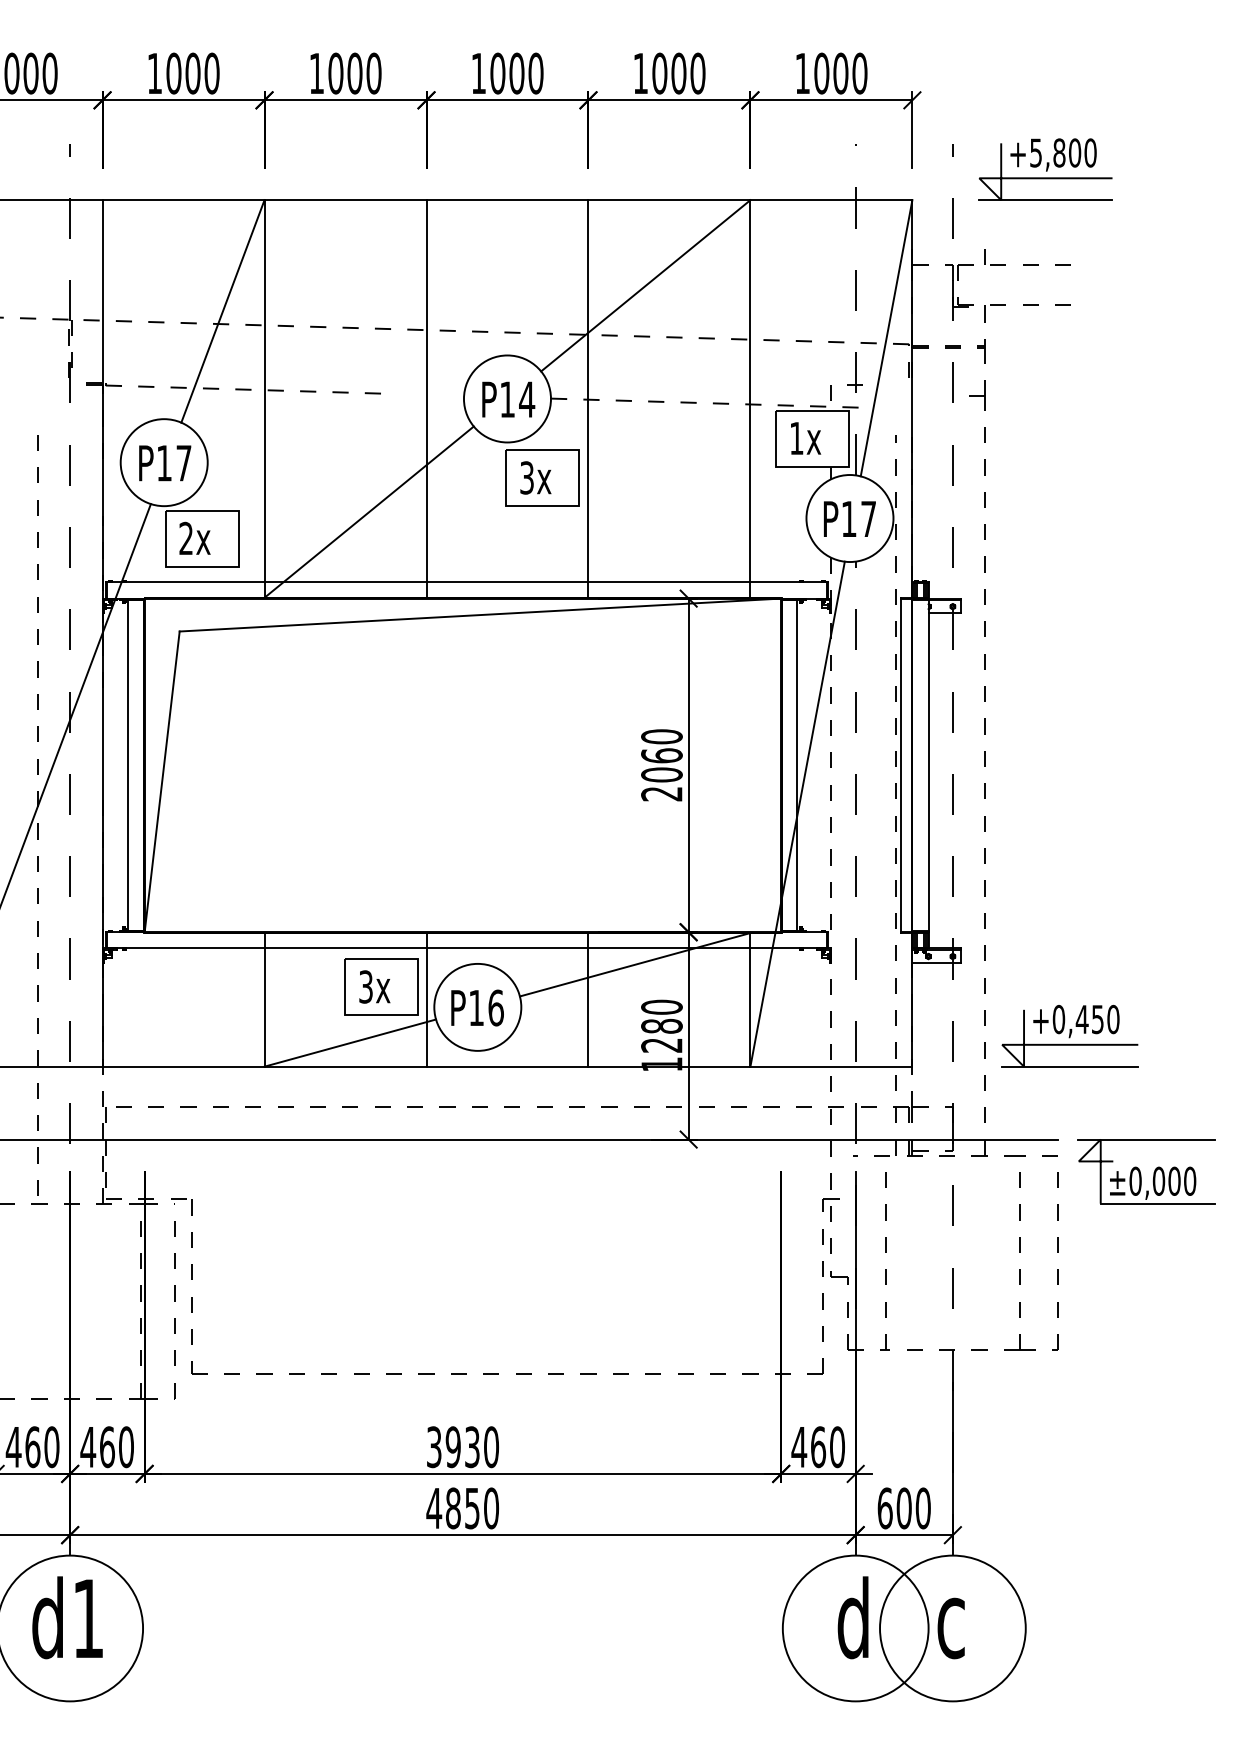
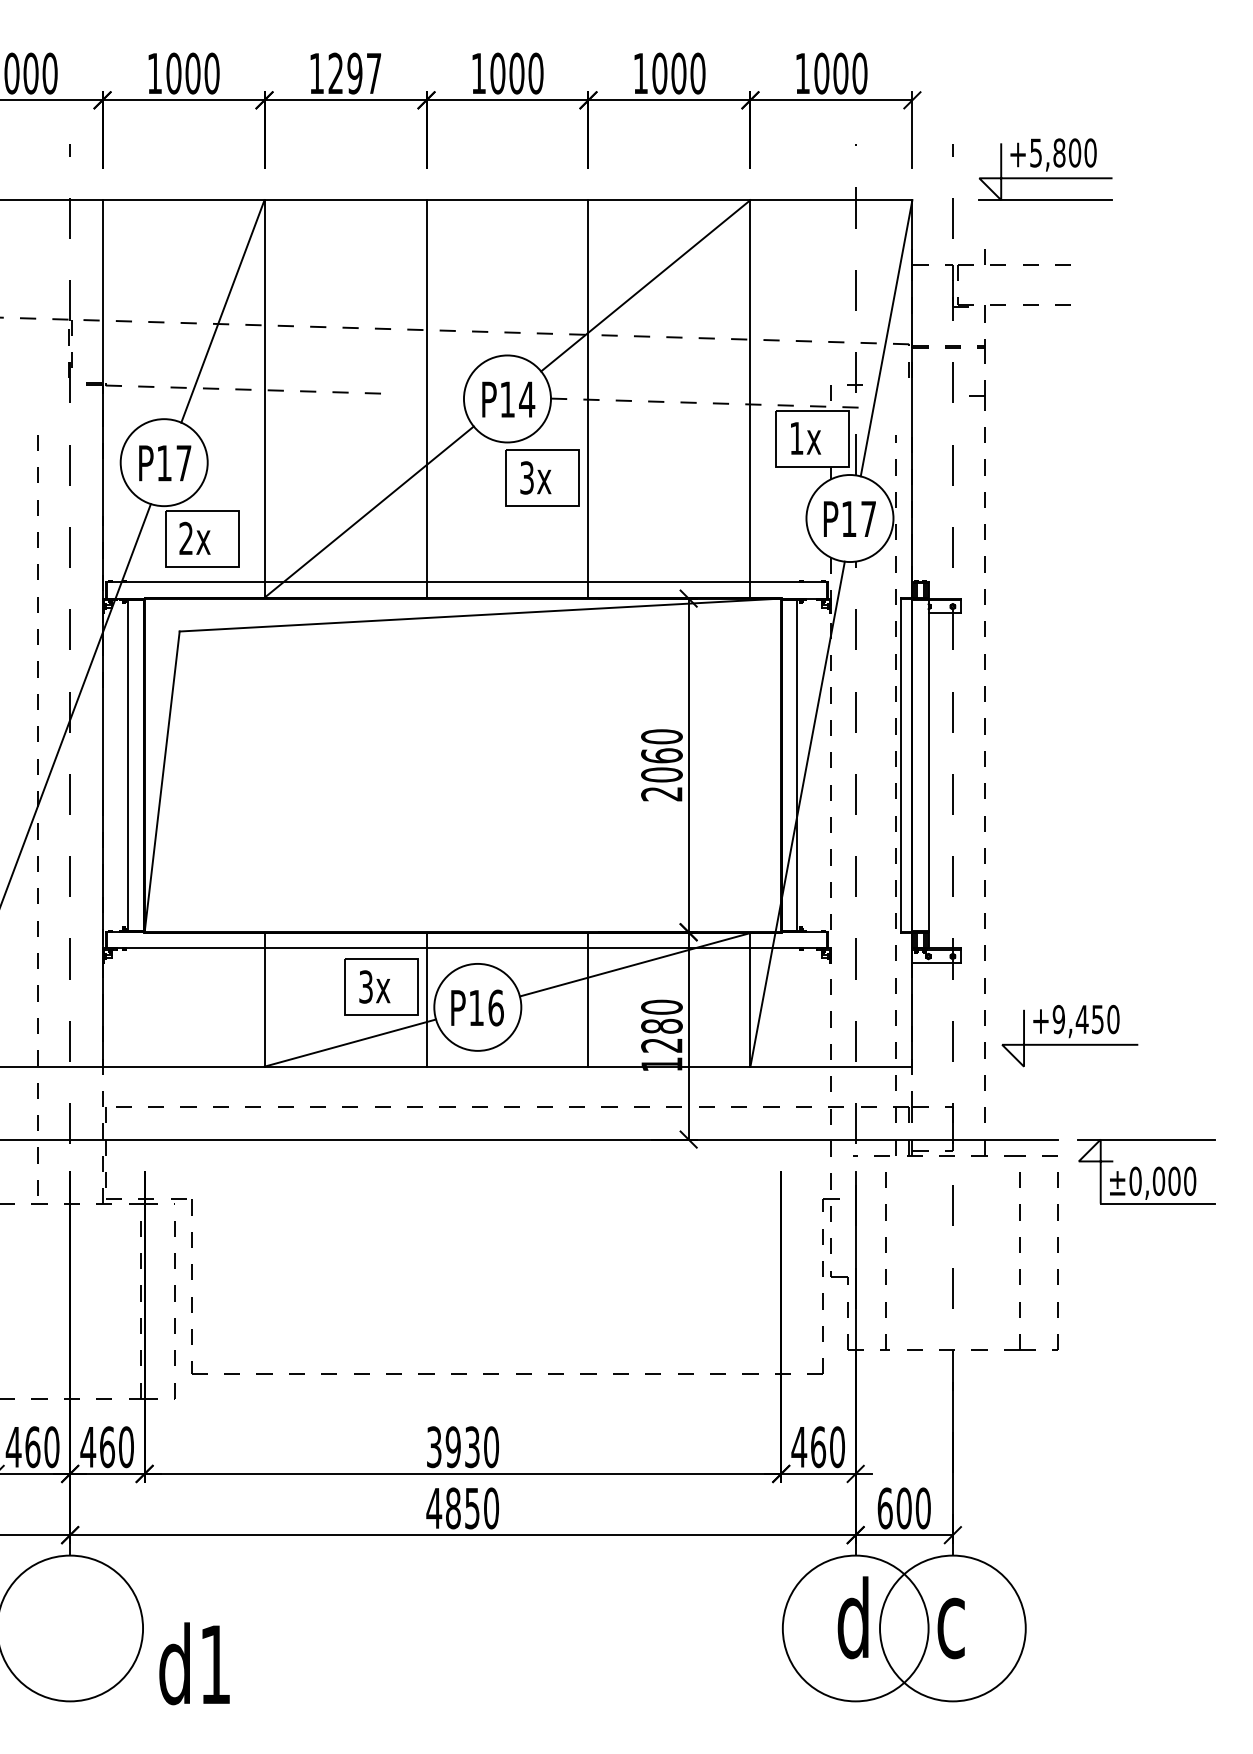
text at (354, 73): 1000 -> 1297
text at (1058, 1019): +0,450 -> +9,450
line at (1069, 1066): present -> none
text at (67, 1617) position: (67, 1617) -> (194, 1663)
